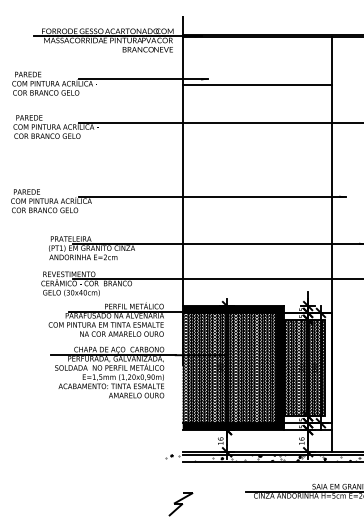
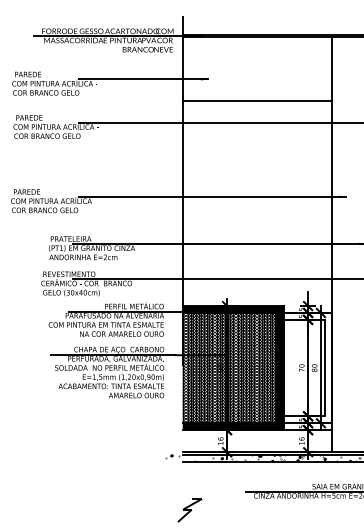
line at (256, 85) position: (256, 85) -> (256, 101)
hatch at (304, 367): present -> none
part at (180, 504) position: (180, 504) -> (189, 510)
